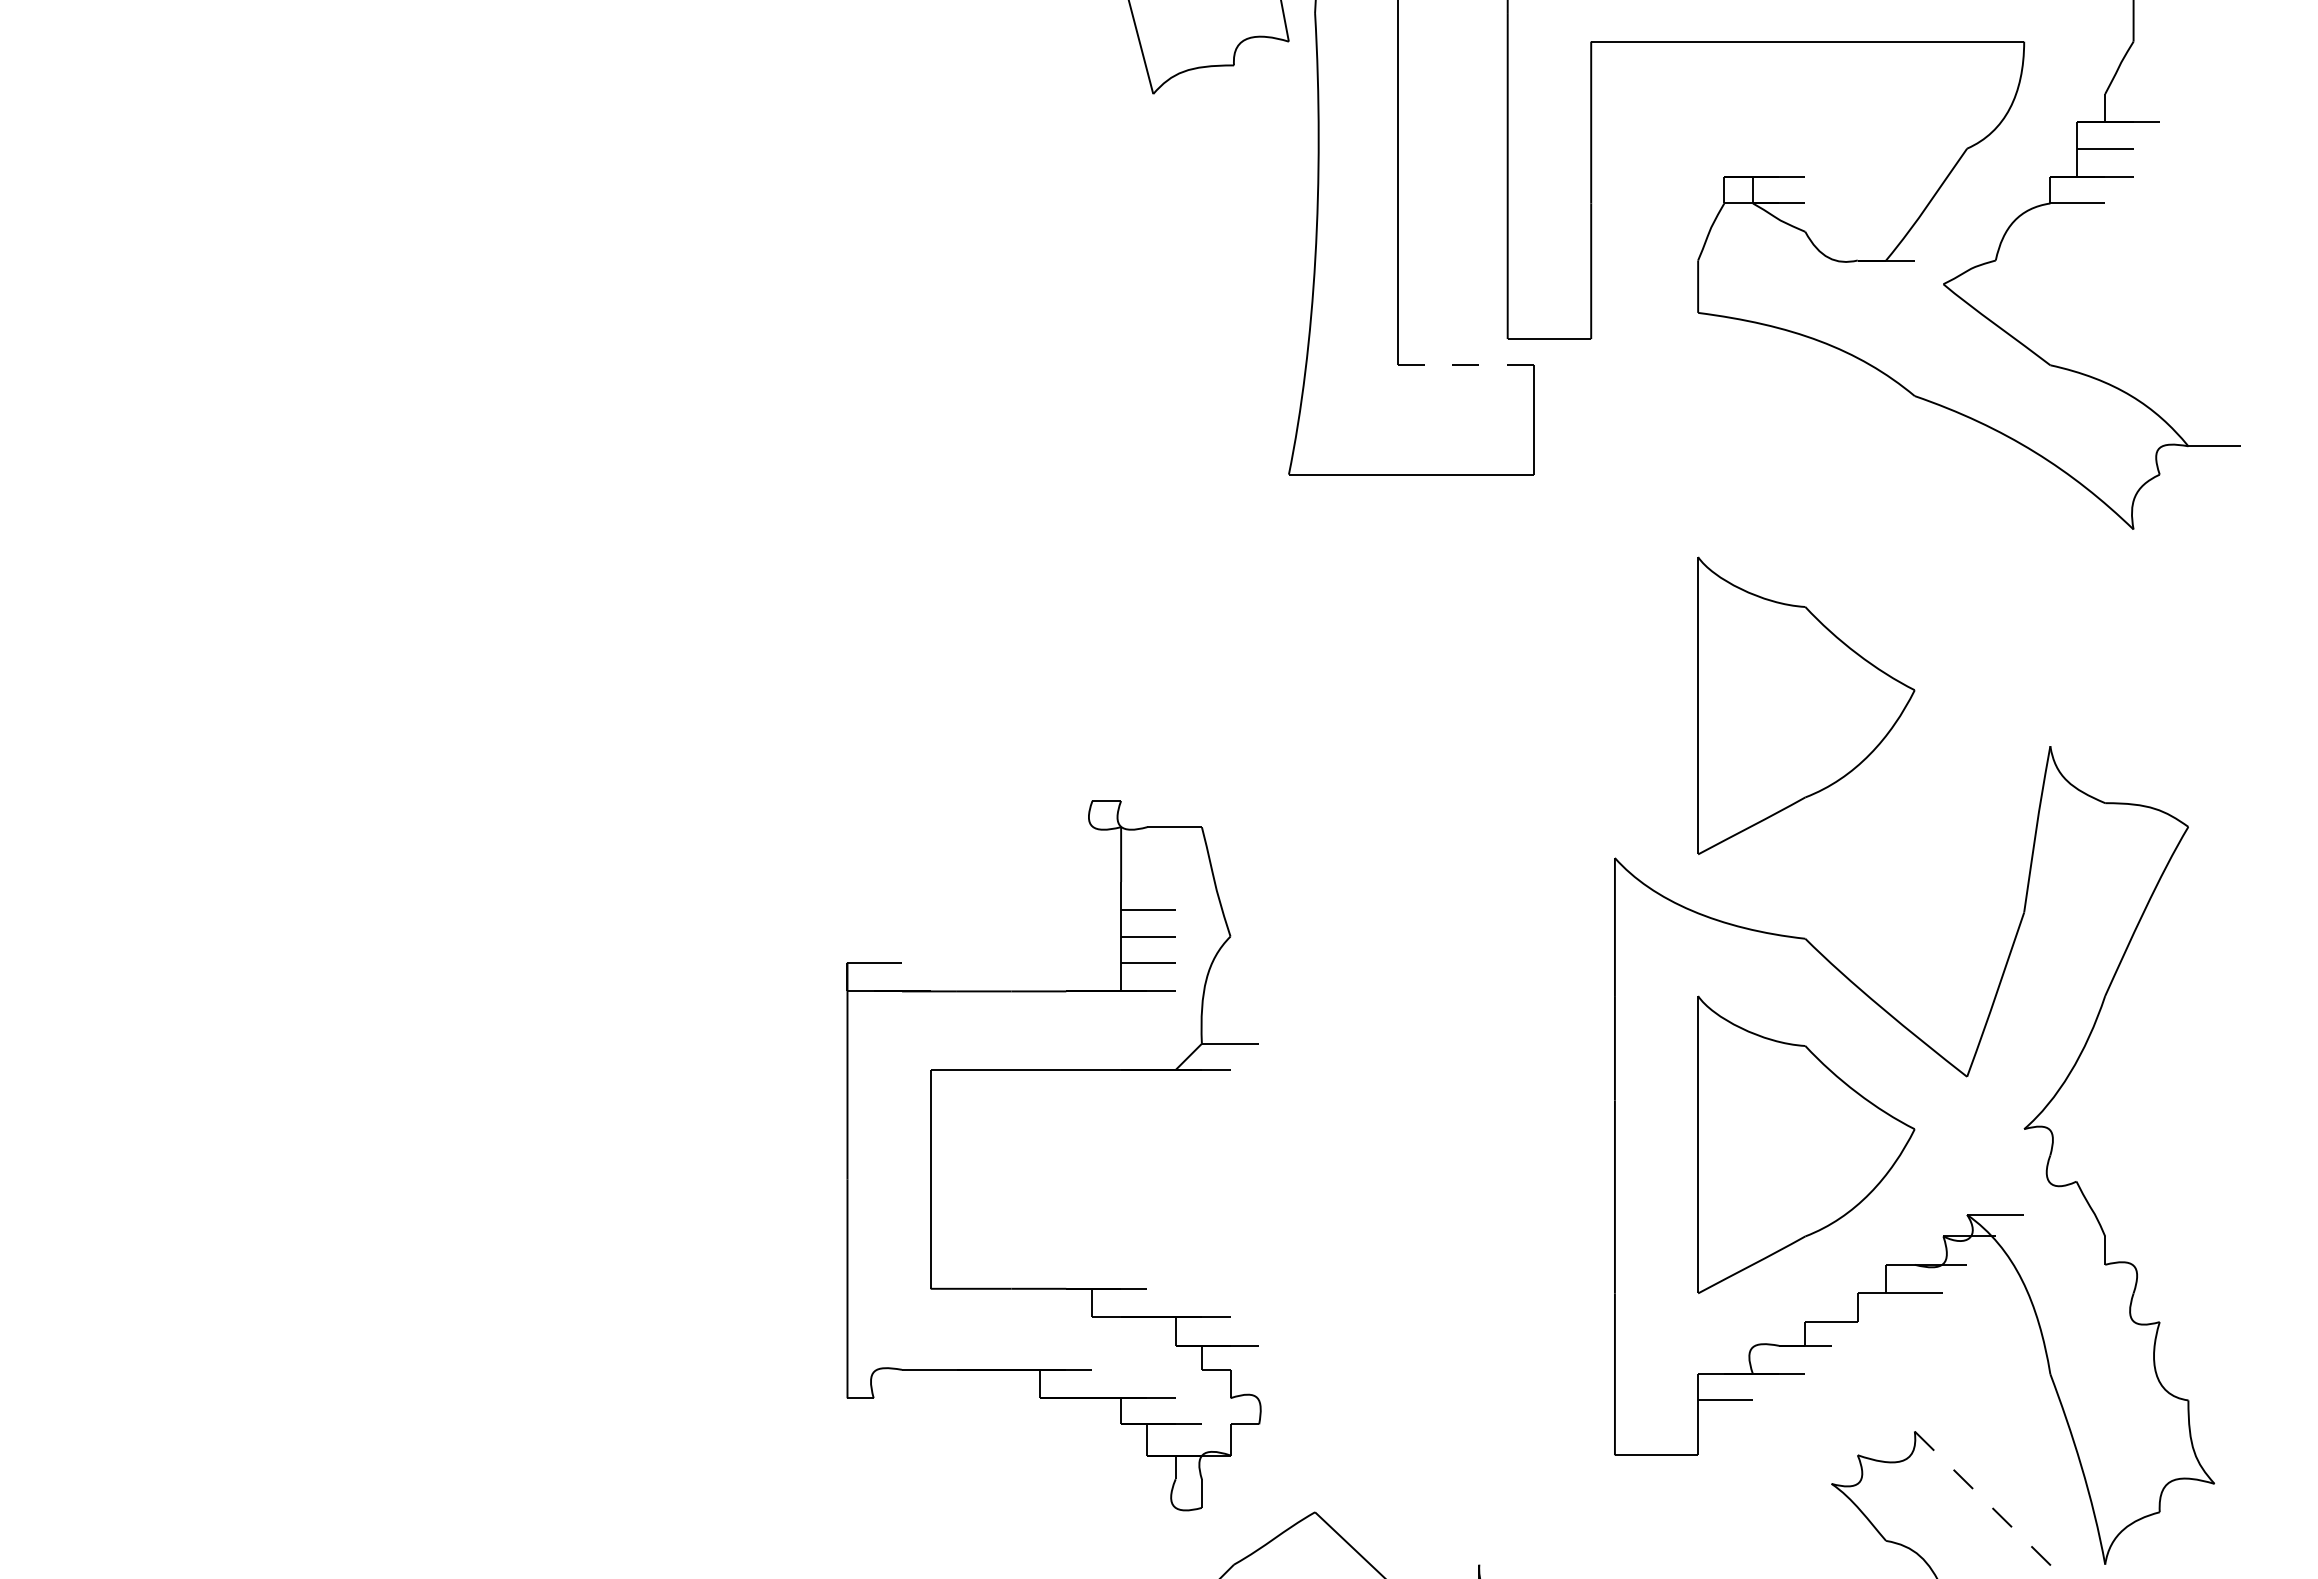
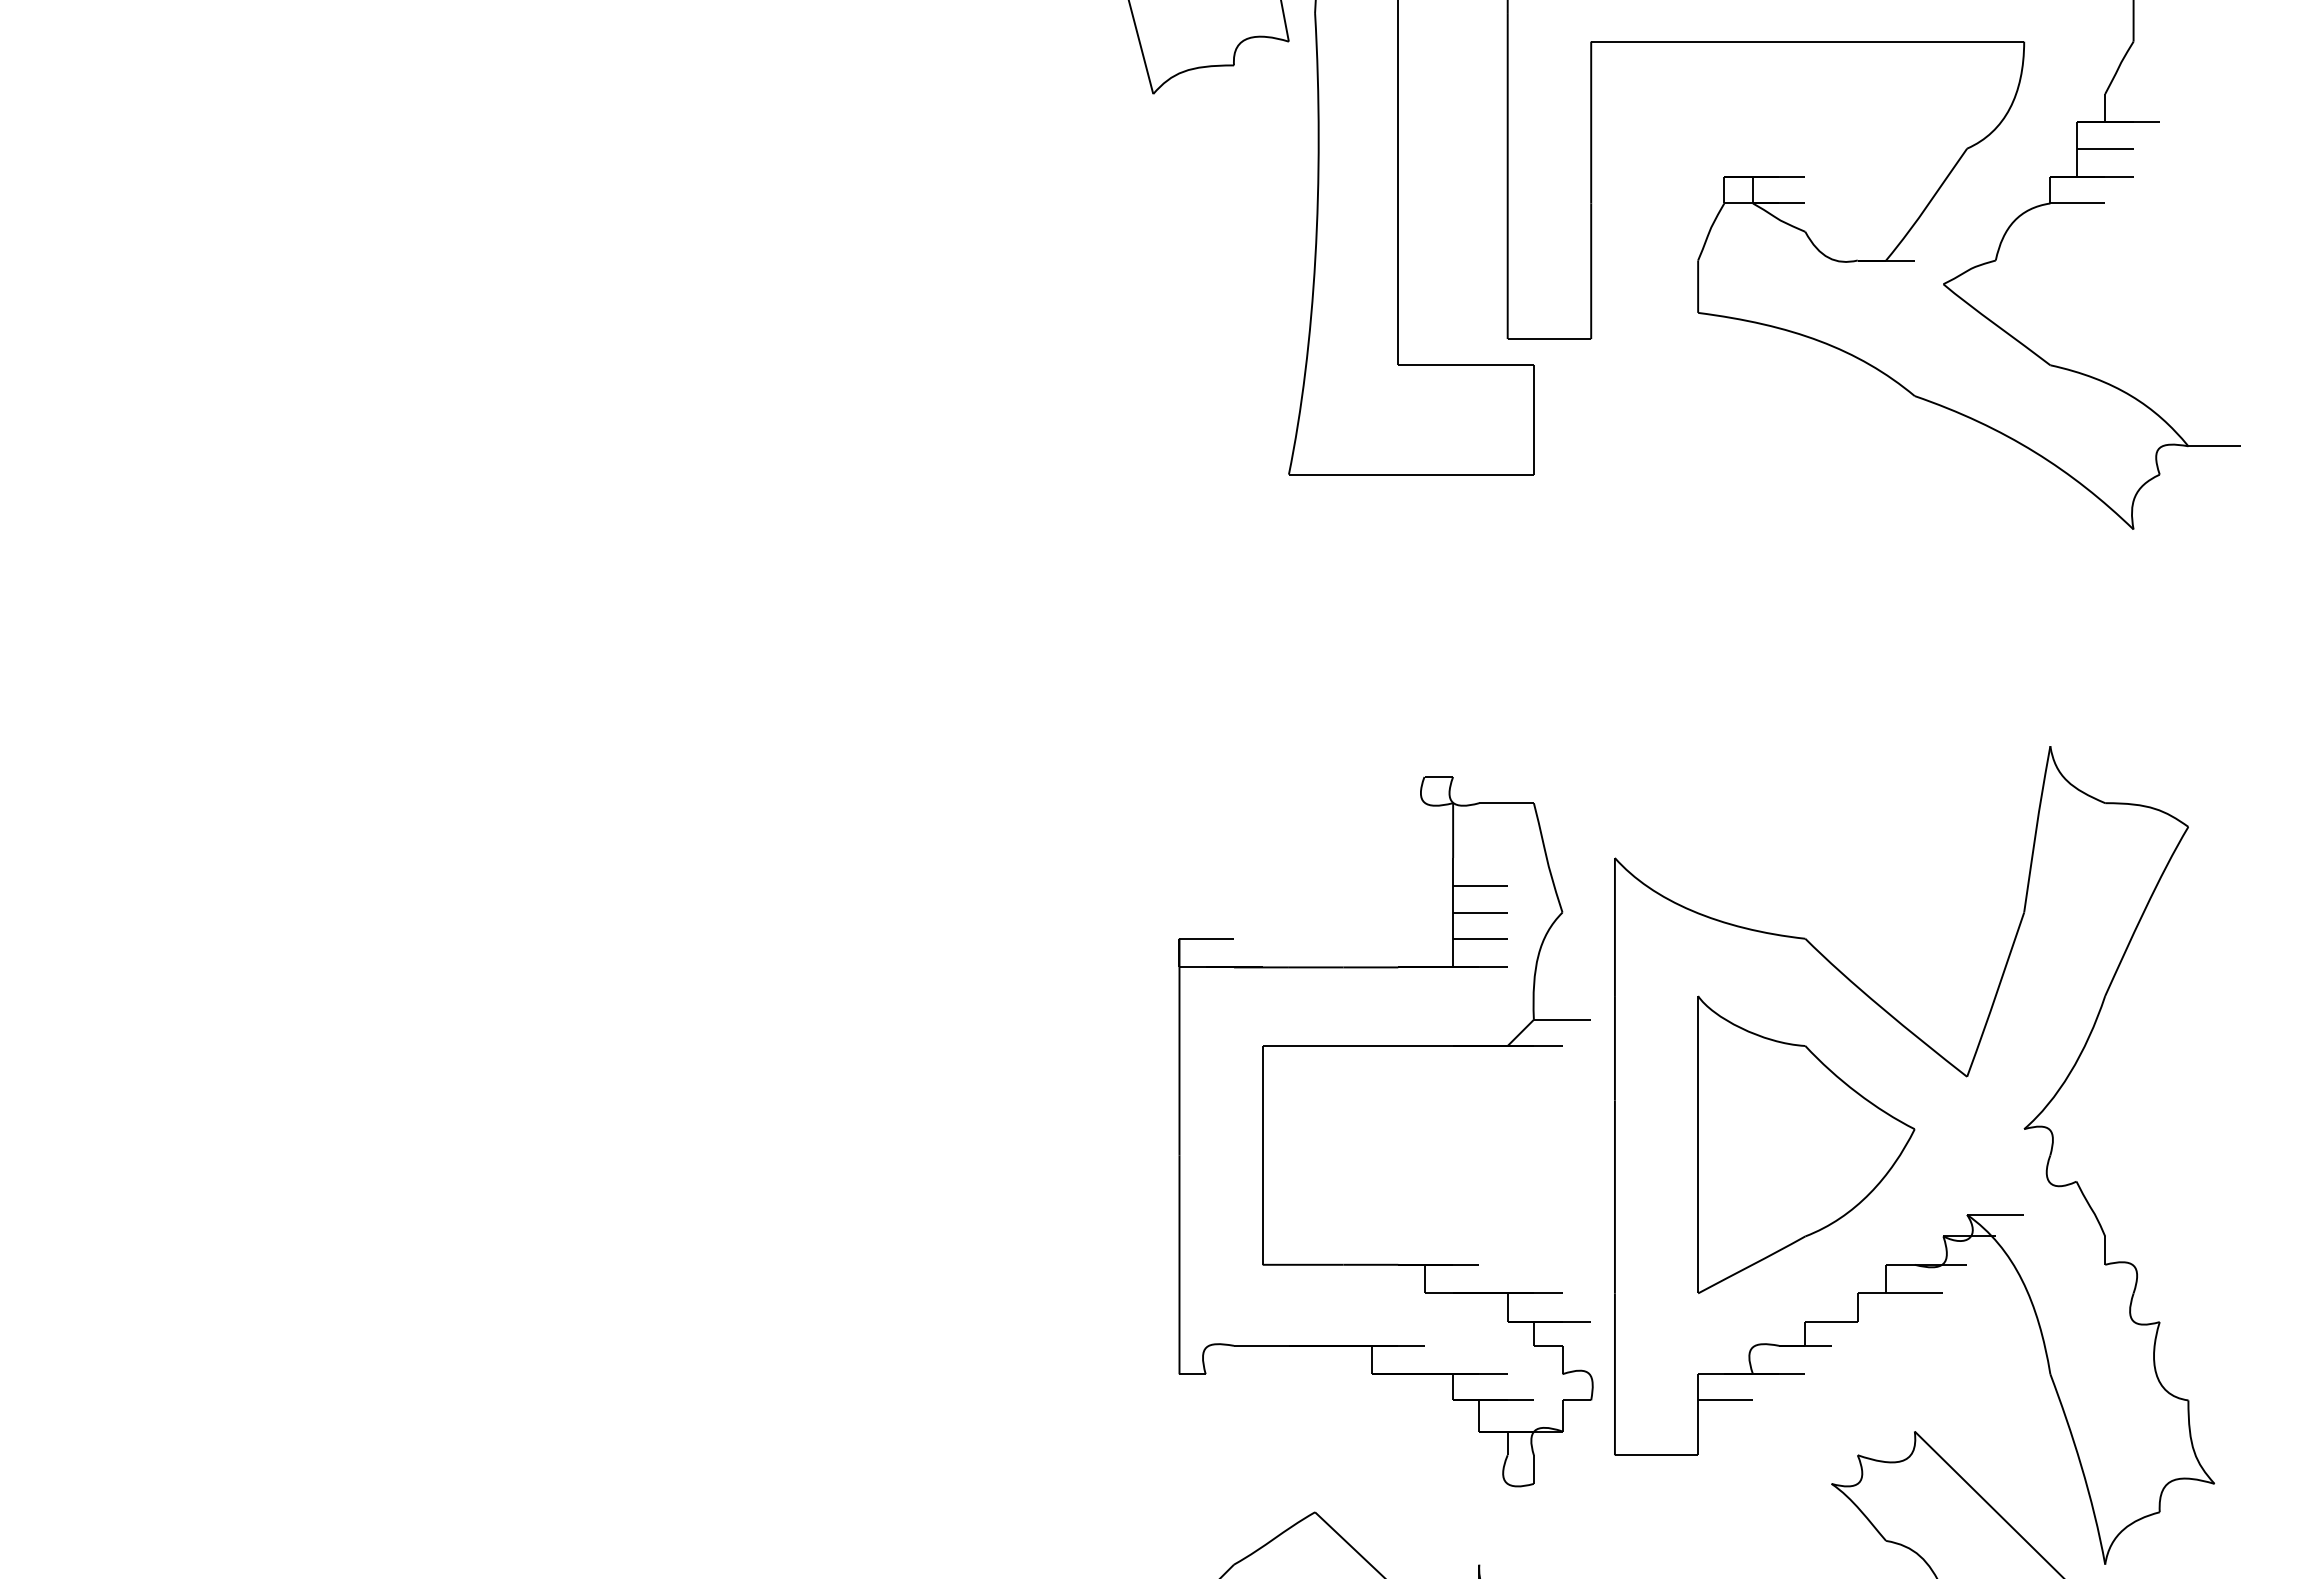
line at (1466, 365): dashed -> solid
part at (1806, 705): present -> none
part at (1053, 1070) position: (1053, 1070) -> (1385, 1046)
line at (1989, 1505): dashed -> solid
